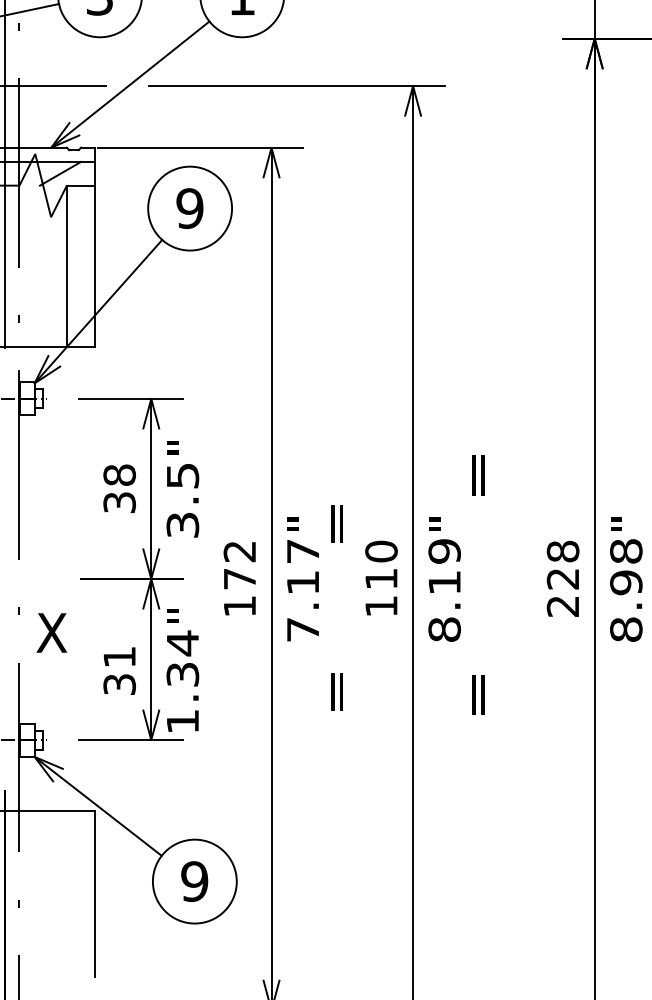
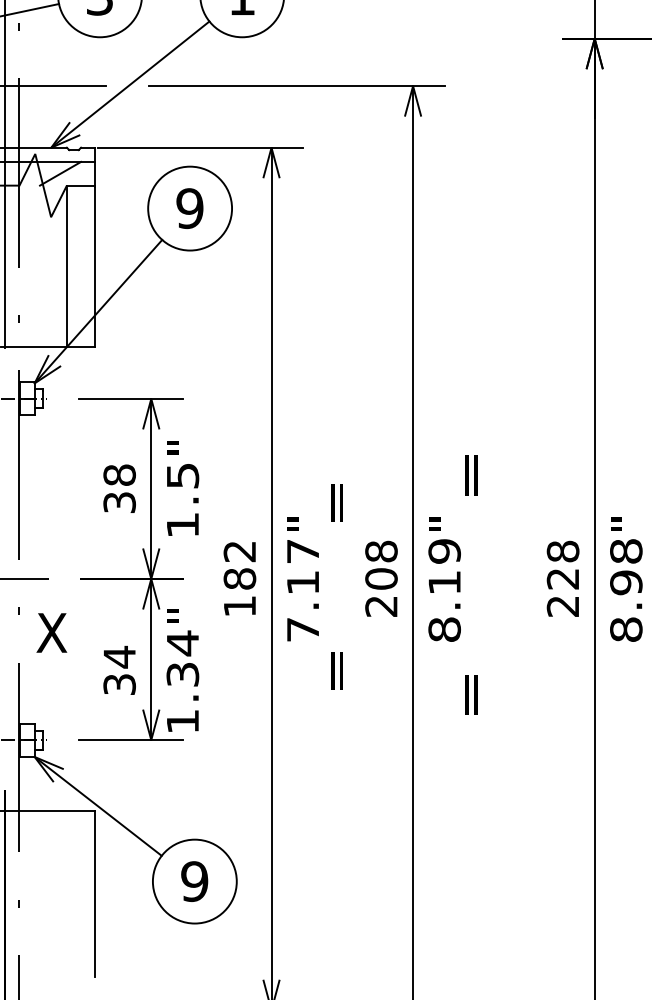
text at (182, 524): 3.5 -> 1.5
text at (239, 578): 172 -> 182
text at (381, 578): 110 -> 208
line at (25, 579): none -> present
text at (478, 584) position: (478, 584) -> (471, 584)
text at (336, 607) position: (336, 607) -> (336, 586)
text at (119, 656): 31 -> 34
